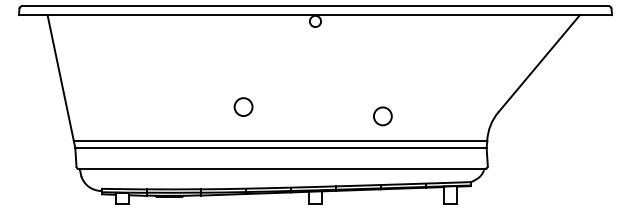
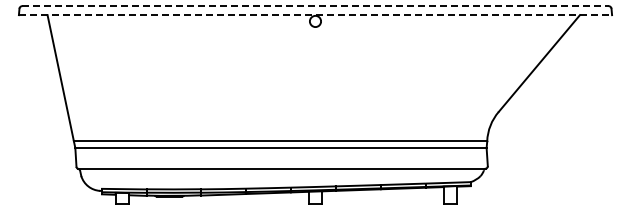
line at (315, 6): solid -> dashed
line at (315, 15): solid -> dashed
circle at (243, 106): present -> none
circle at (382, 116): present -> none
